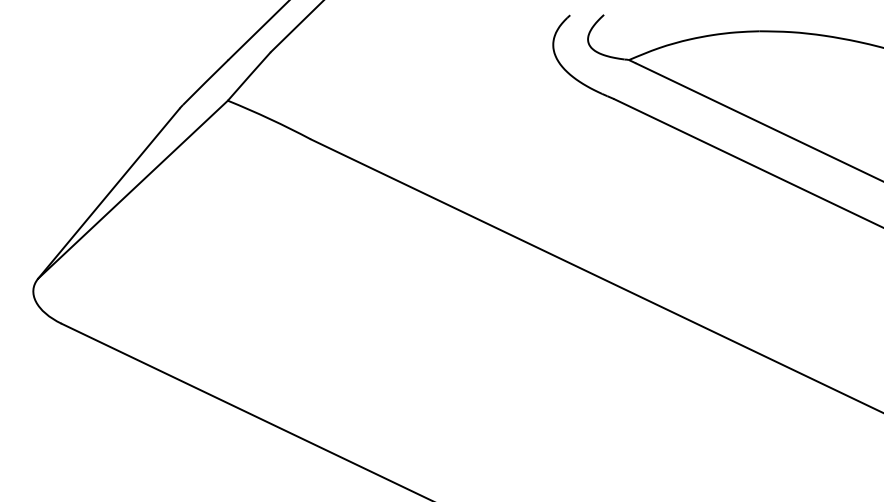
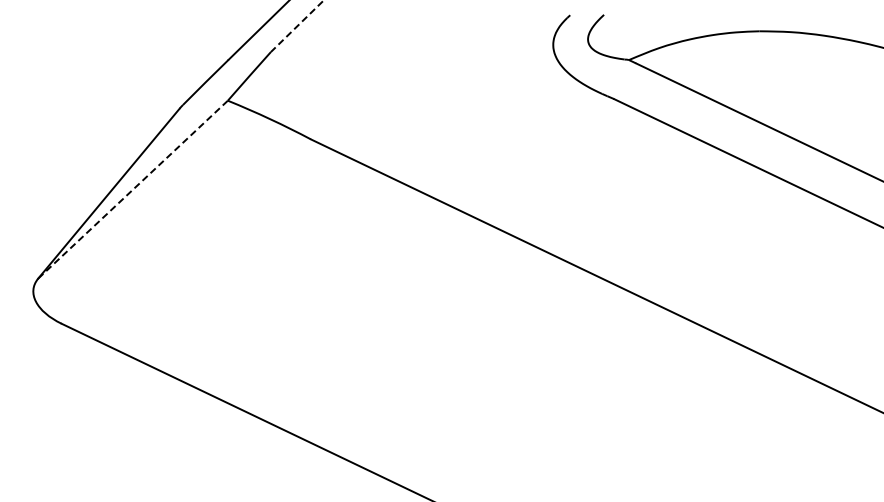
line at (297, 26): solid -> dashed
line at (132, 190): solid -> dashed
